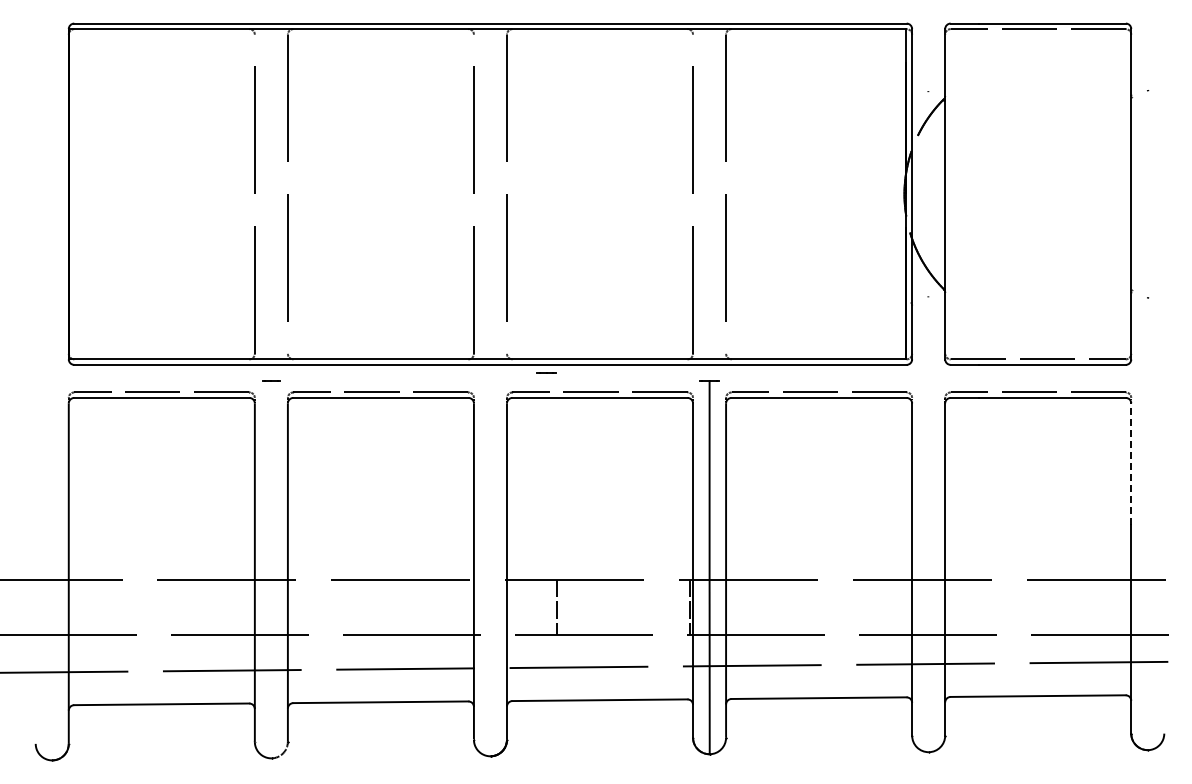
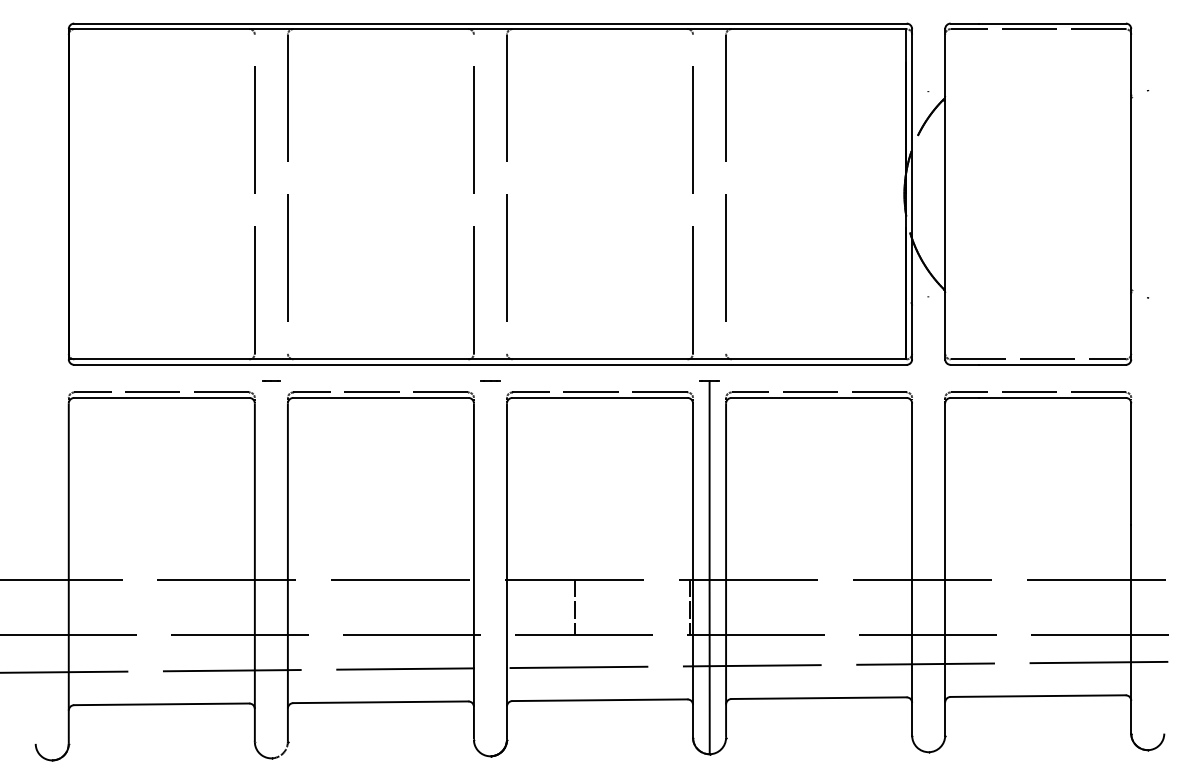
line at (546, 372) position: (546, 372) -> (490, 380)
line at (1131, 463): dashed -> solid
line at (556, 606) position: (556, 606) -> (574, 606)
